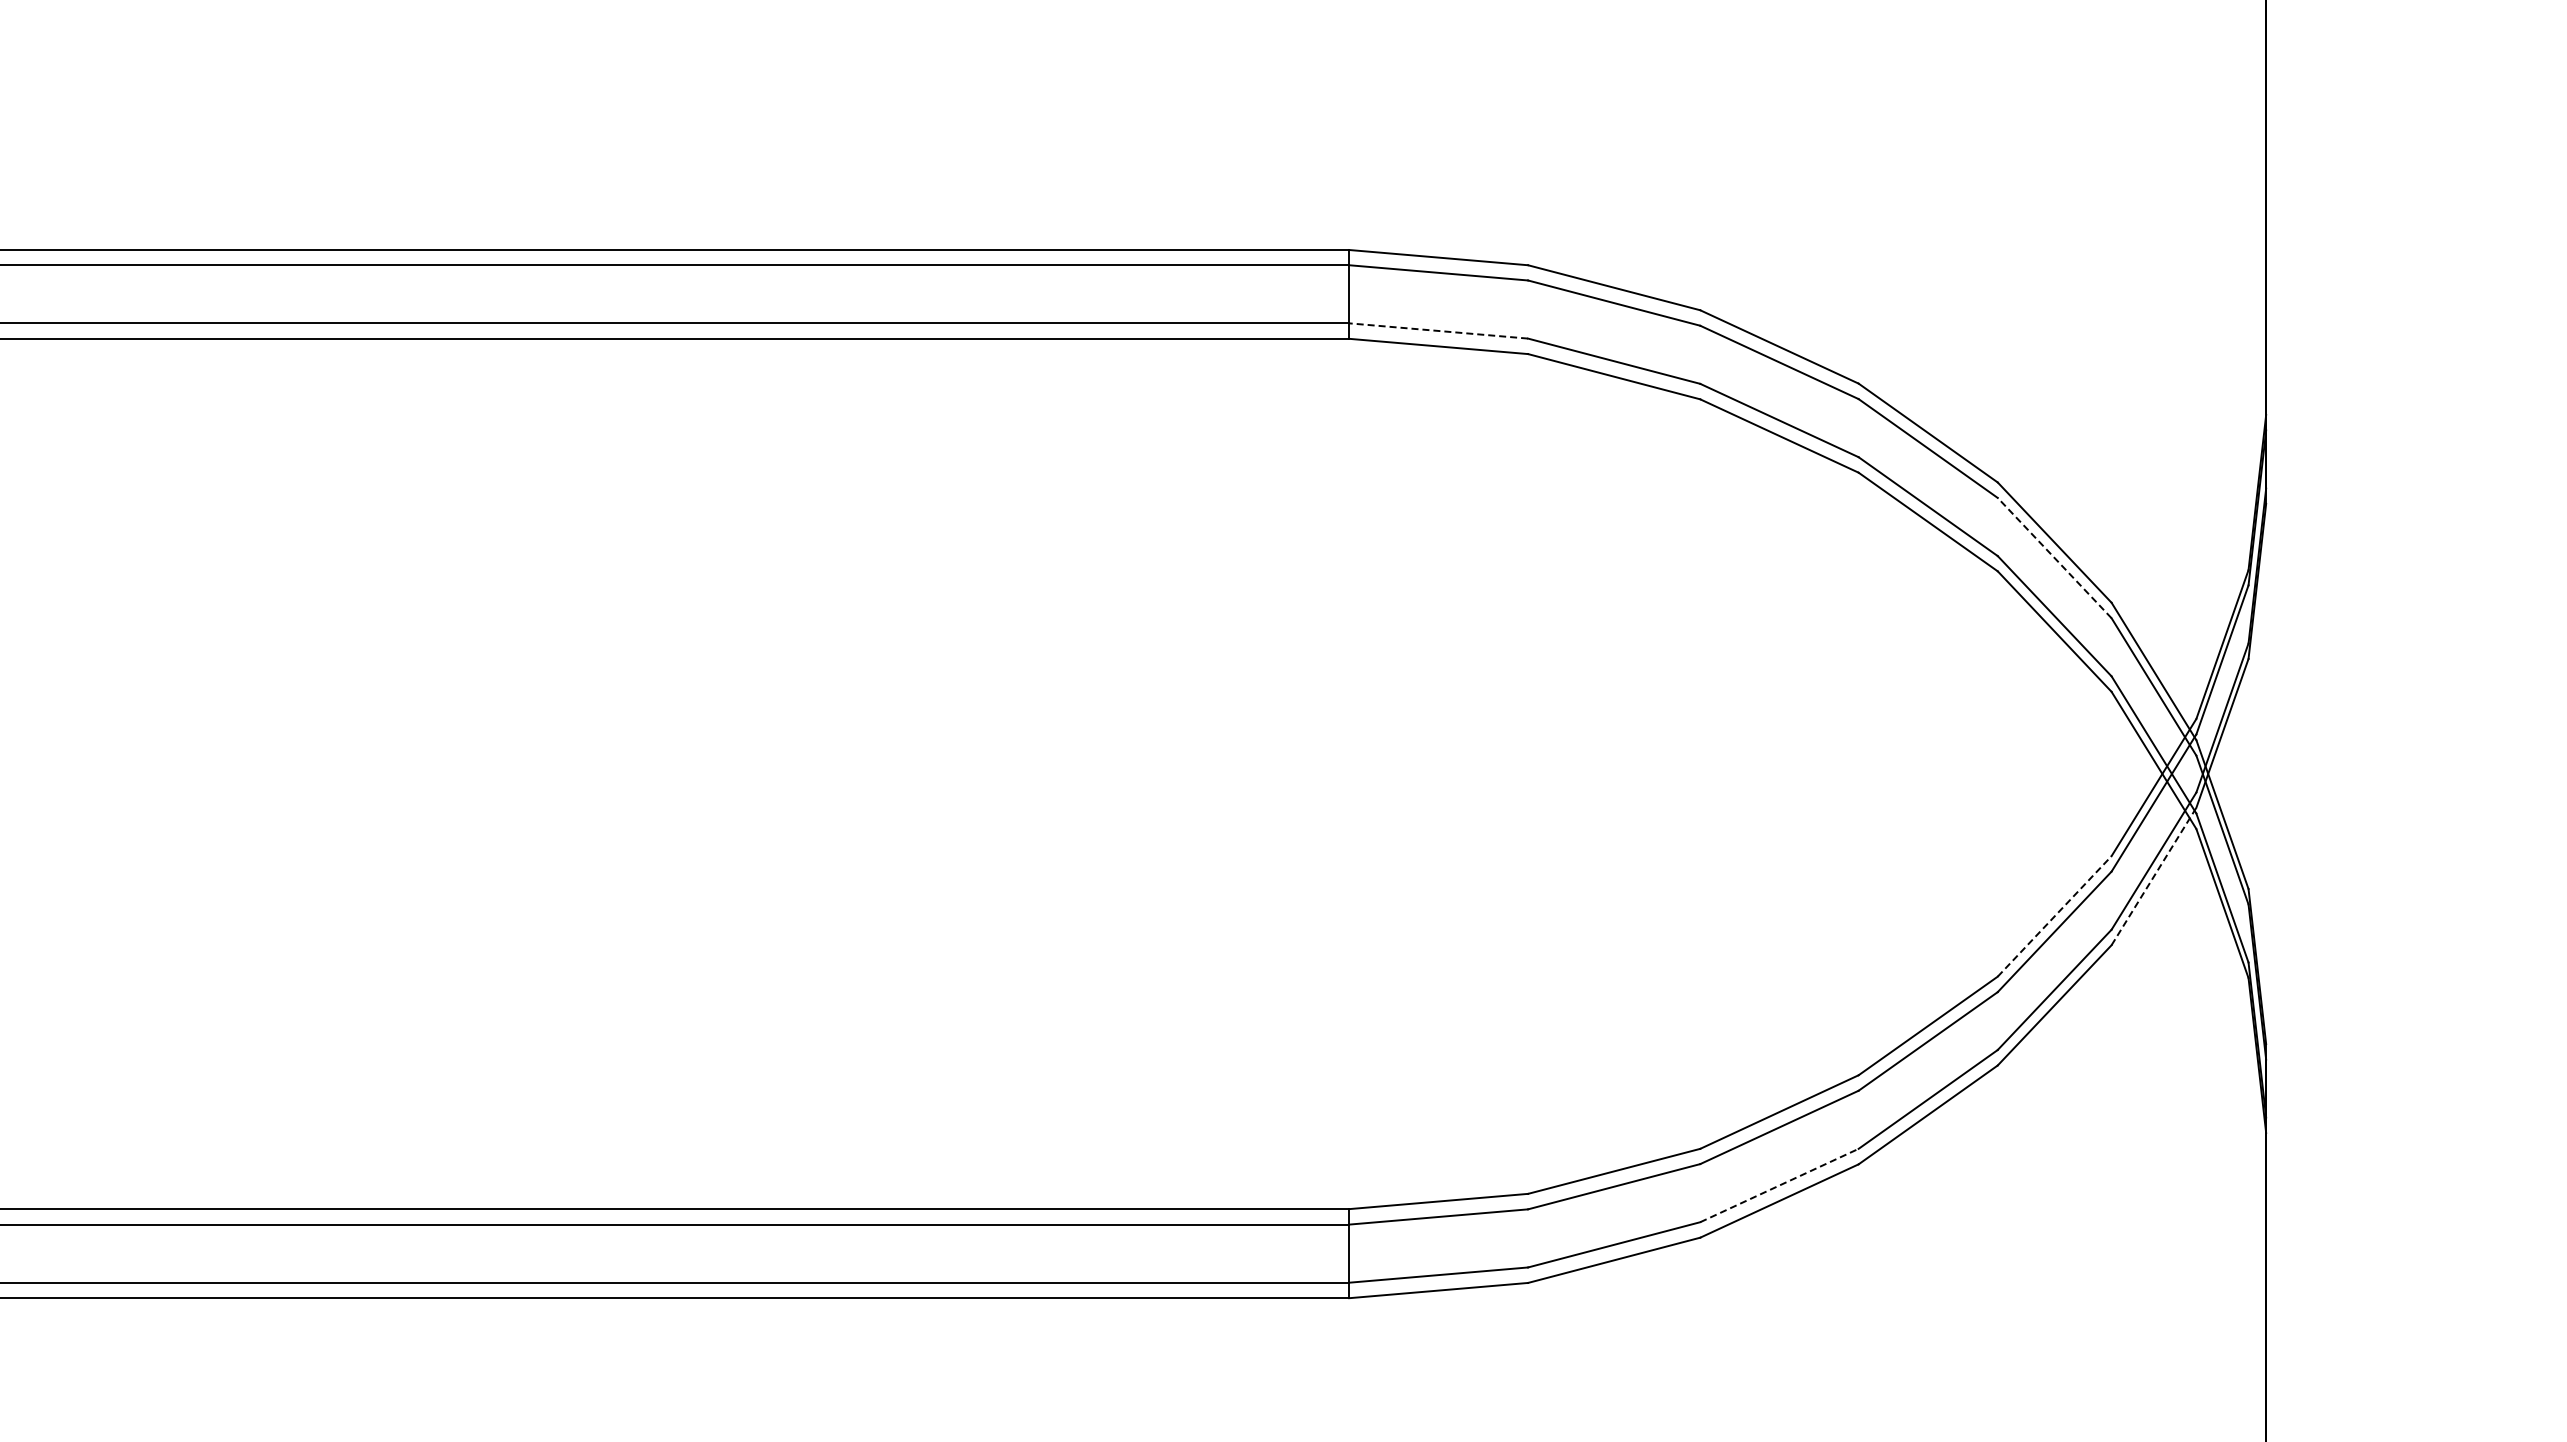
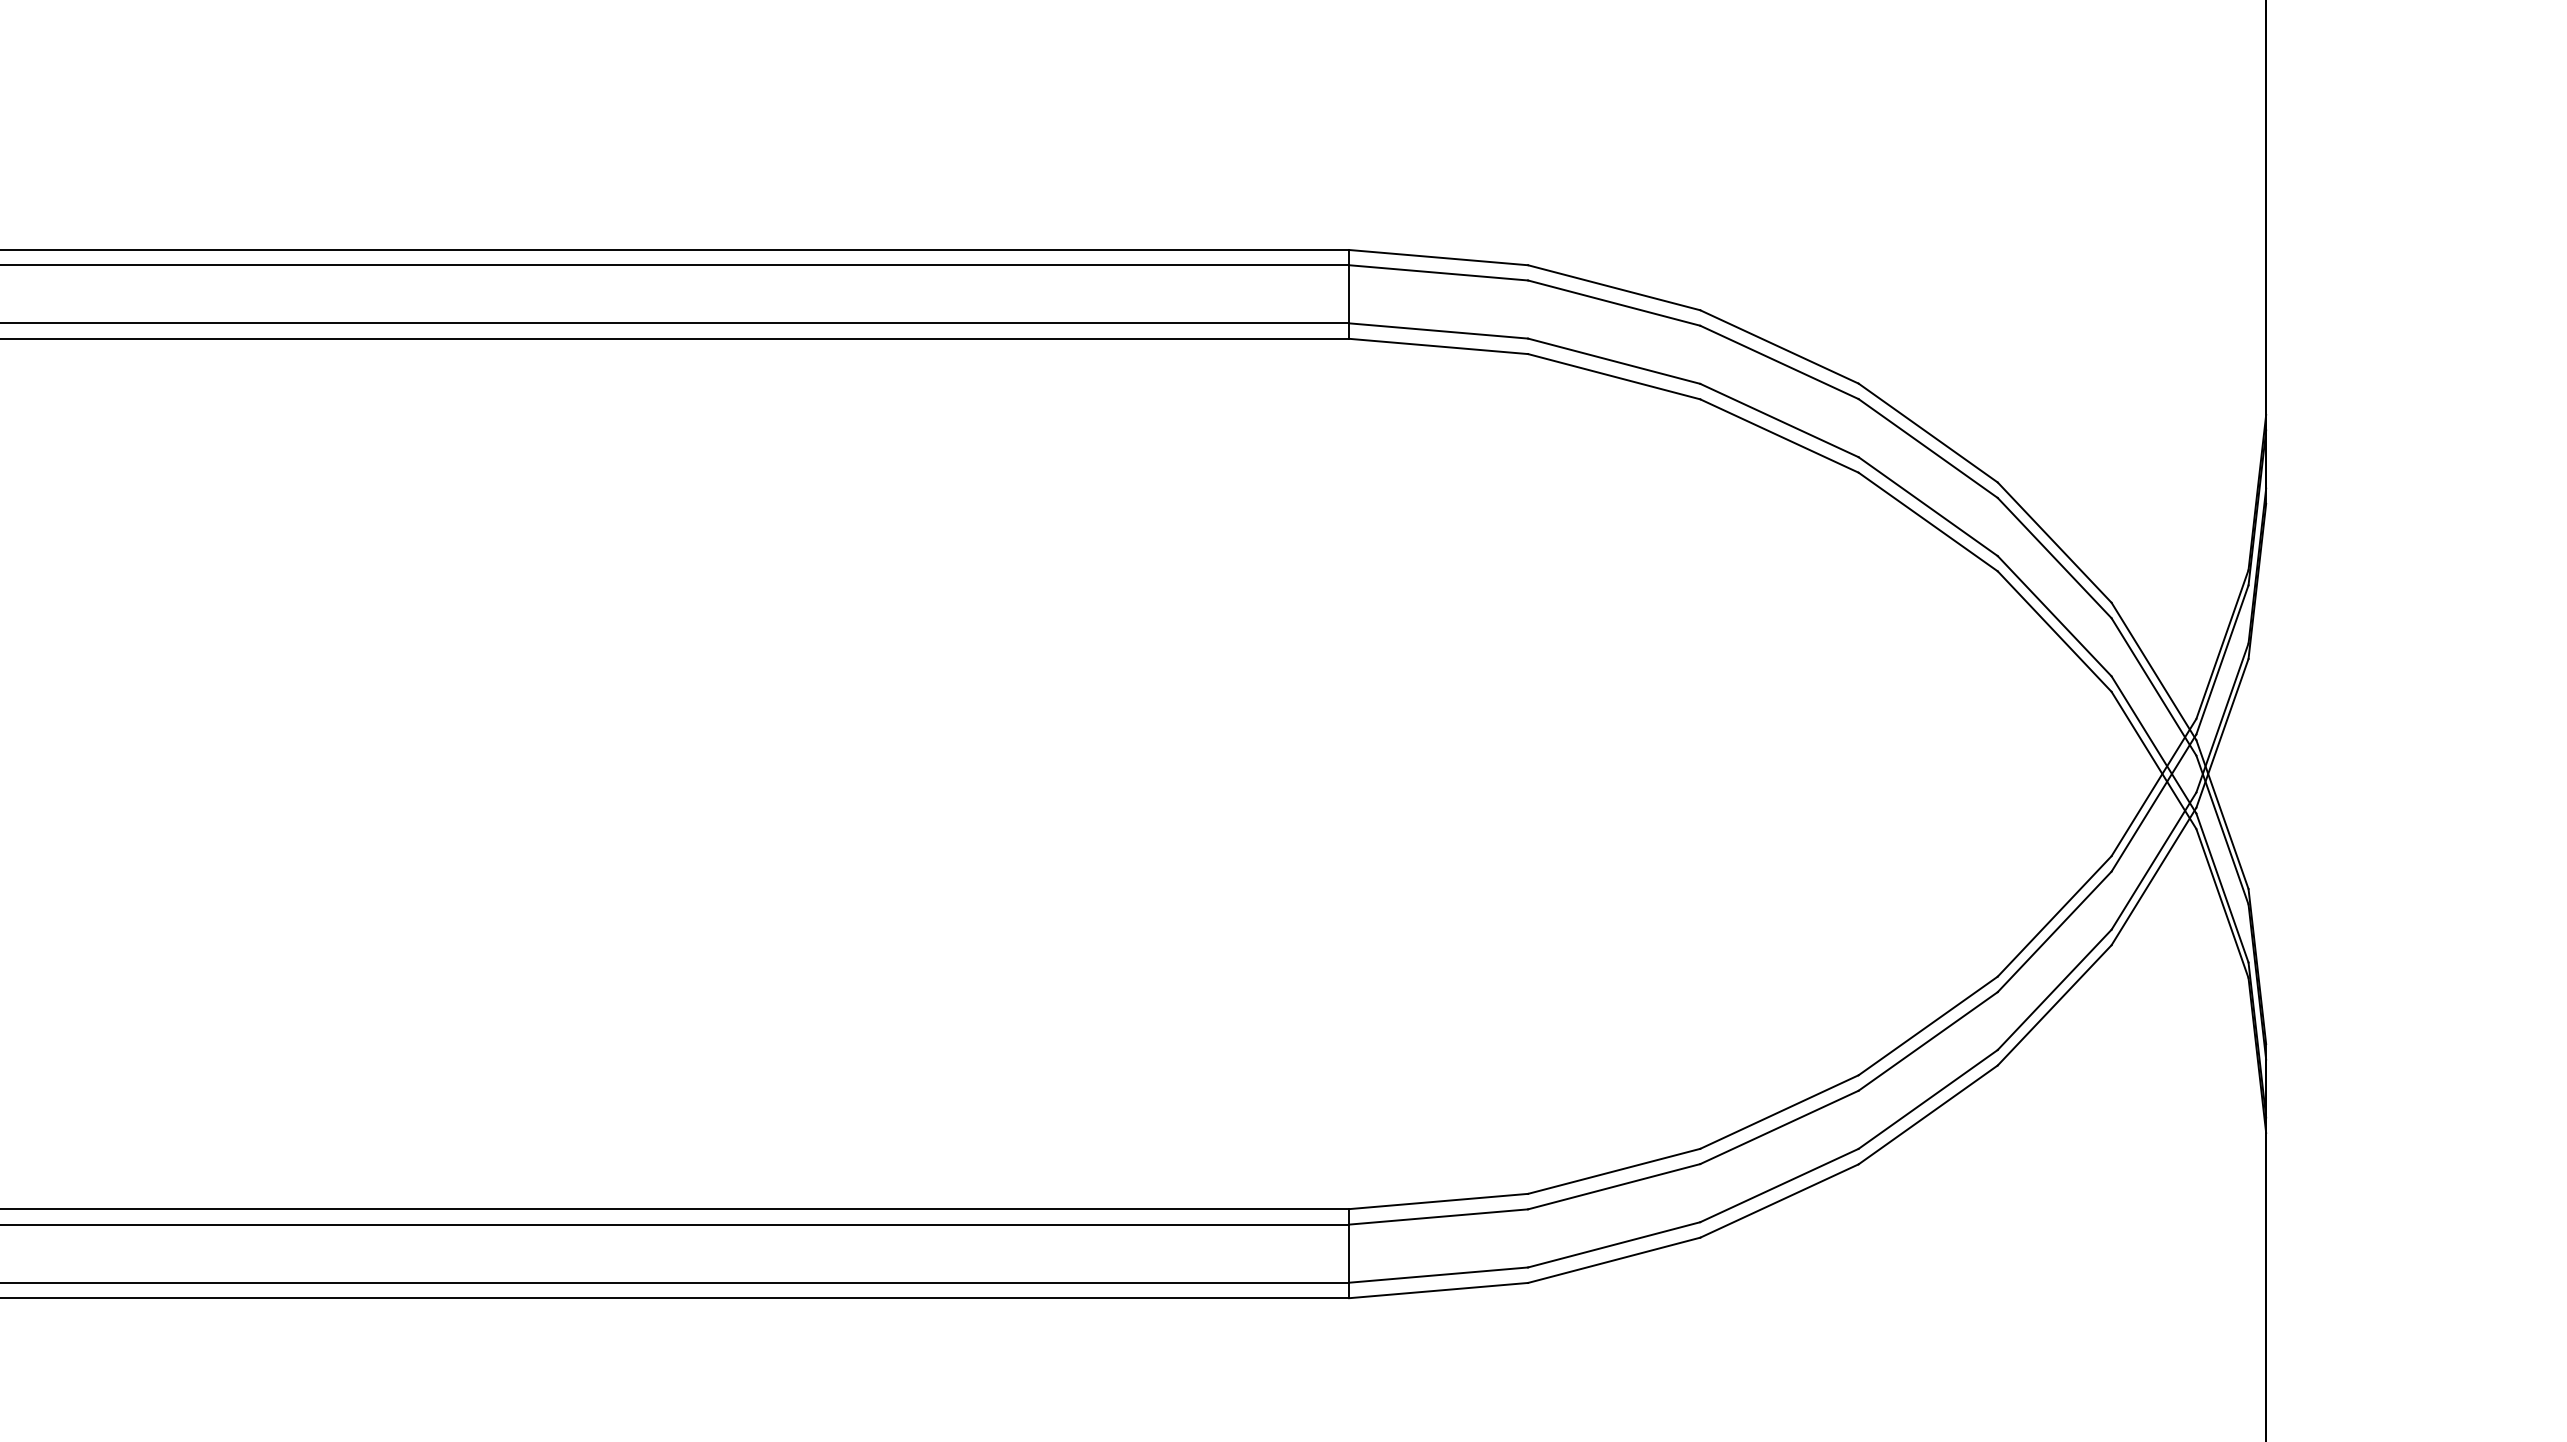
line at (1438, 330): dashed -> solid
line at (2054, 558): dashed -> solid
line at (2153, 876): dashed -> solid
line at (2054, 916): dashed -> solid
line at (1779, 1185): dashed -> solid
